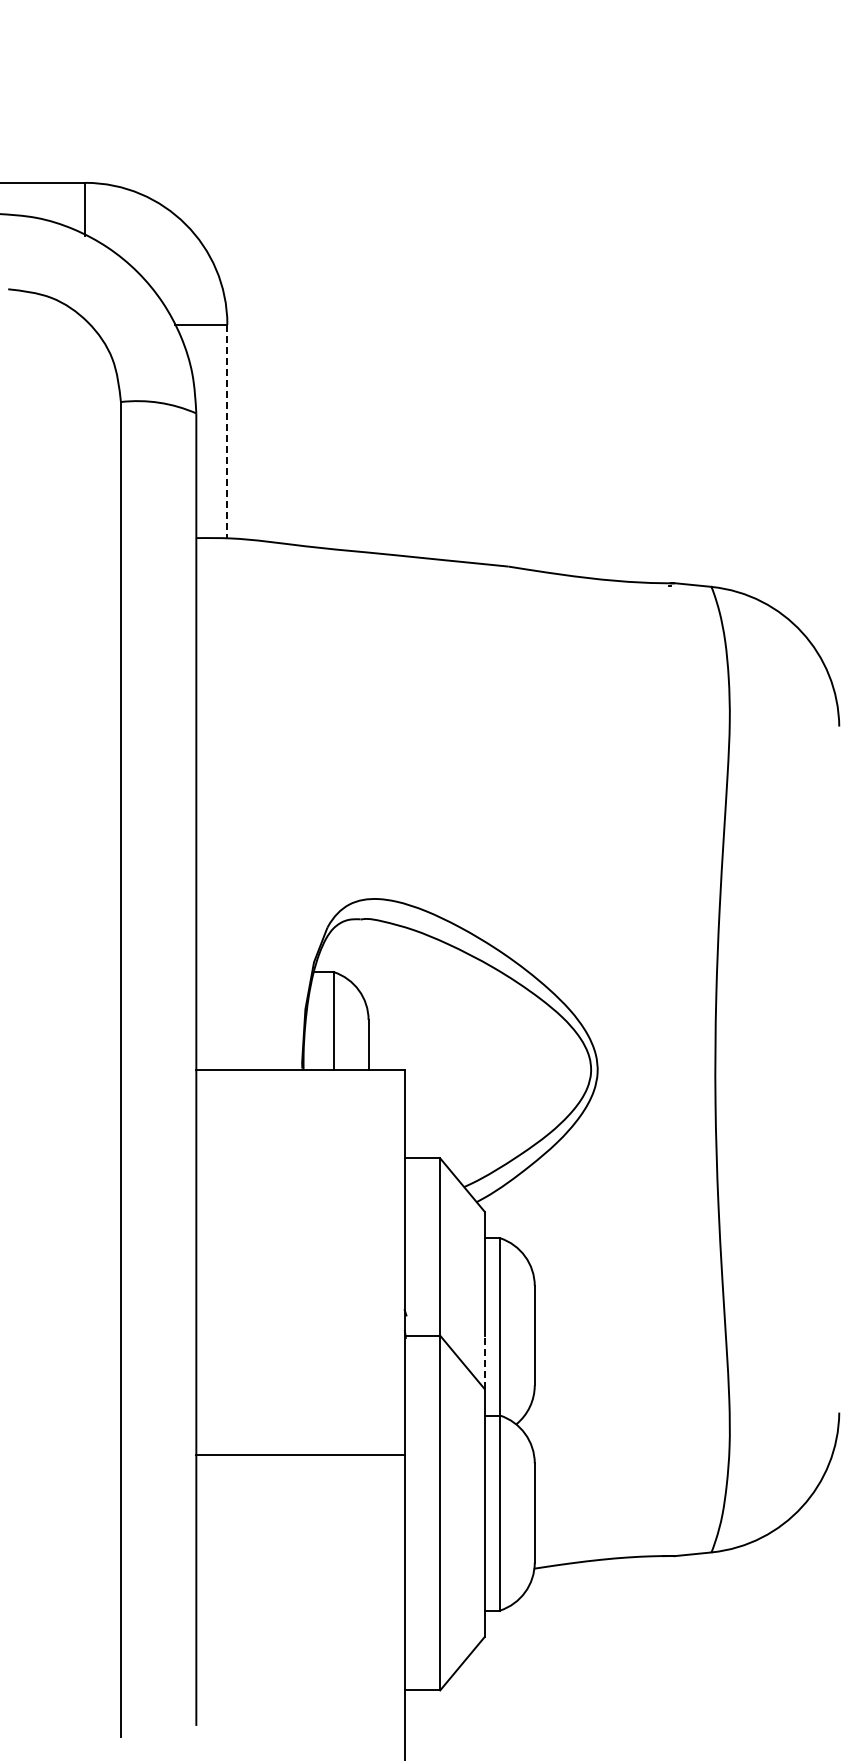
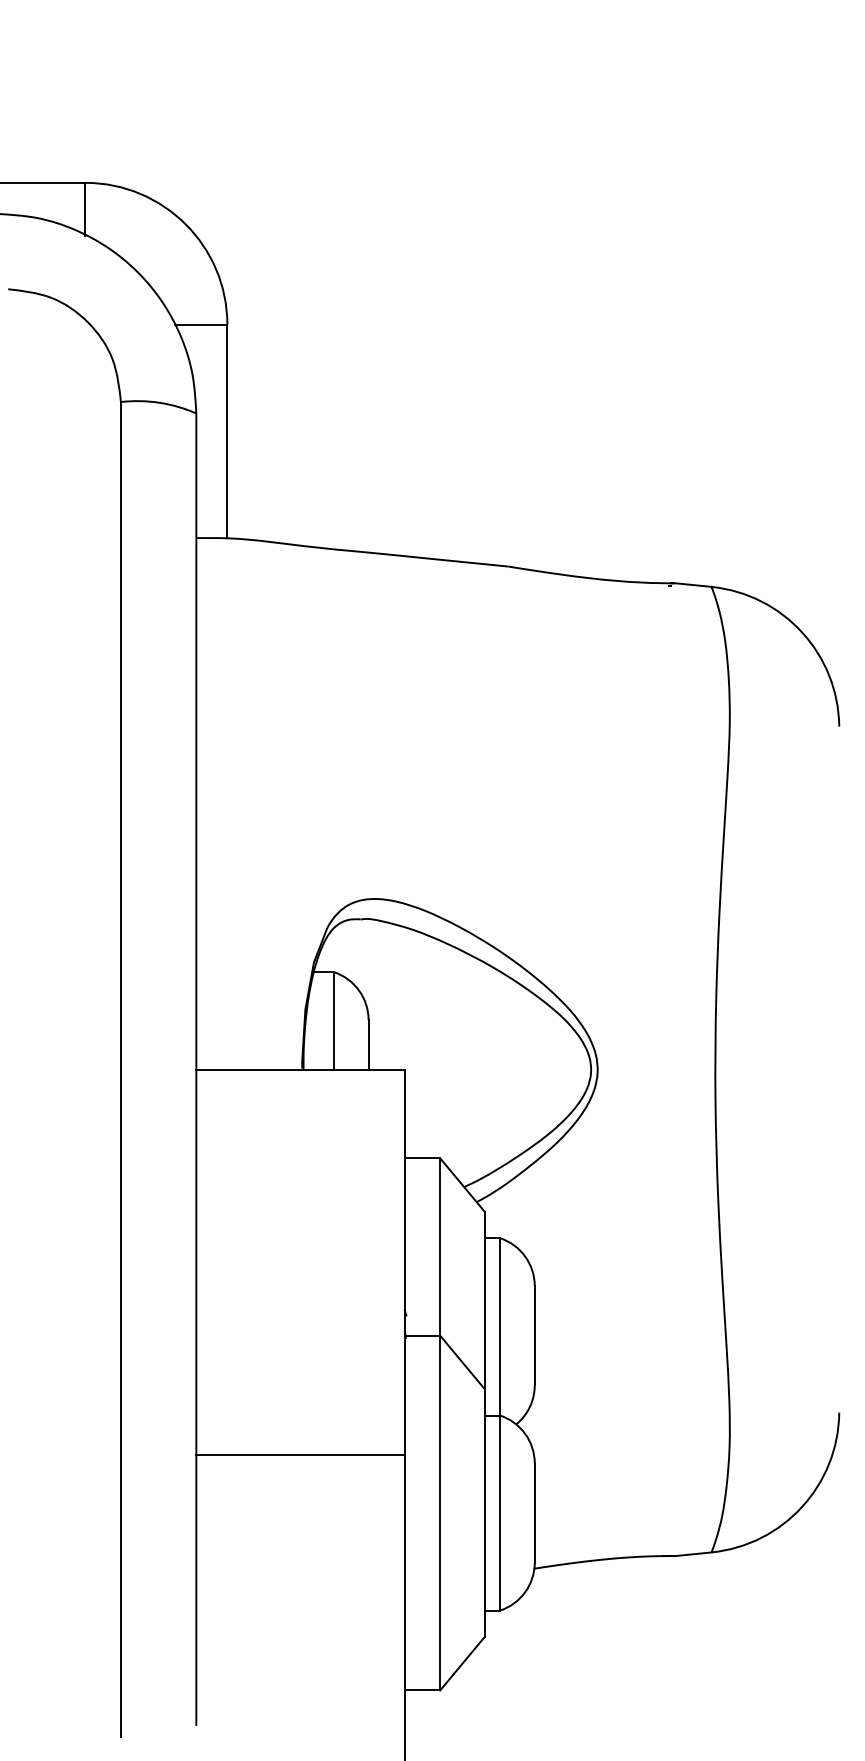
line at (227, 431): dashed -> solid
line at (484, 1362): dashed -> solid
